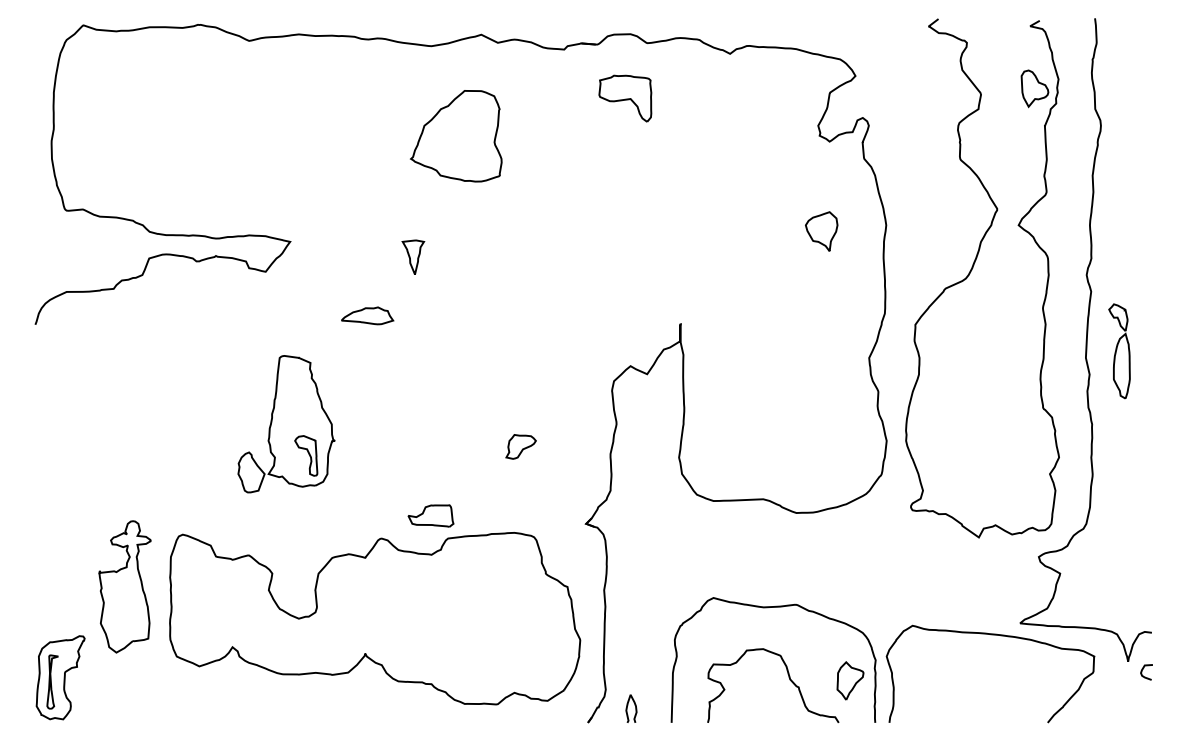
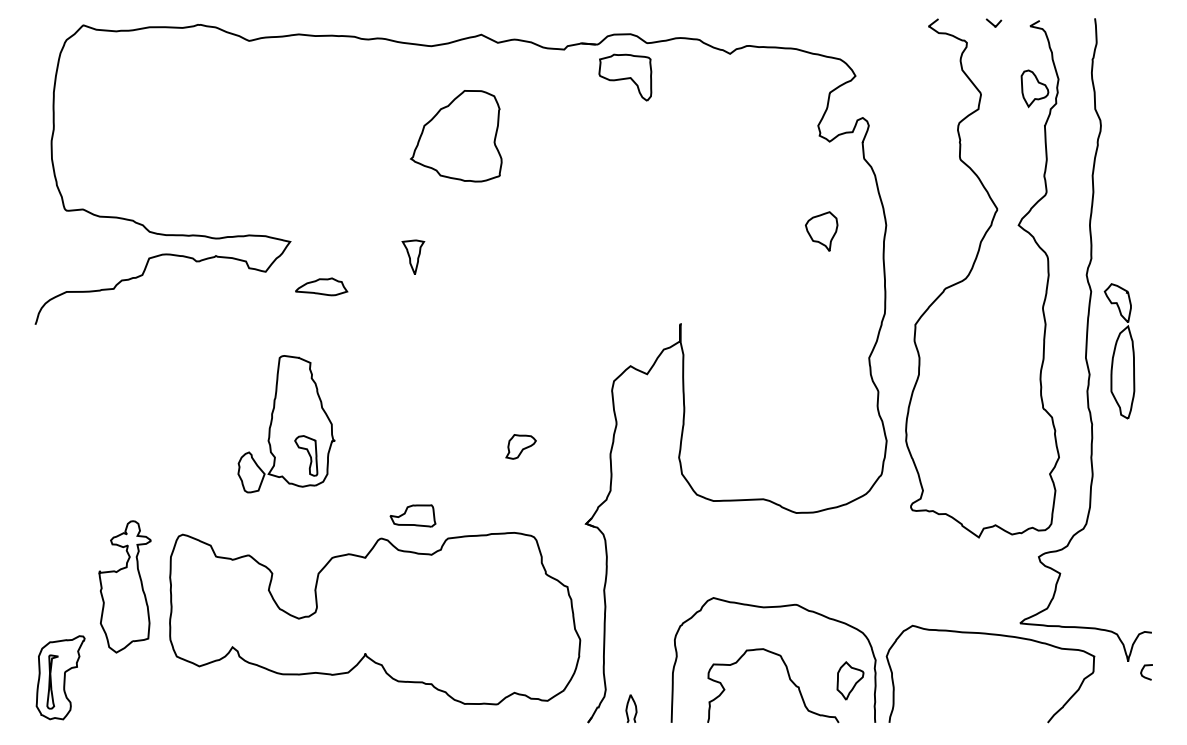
curve at (993, 23): none -> present
part at (625, 98) position: (625, 98) -> (625, 77)
part at (367, 315) position: (367, 315) -> (321, 286)
part at (1119, 351) size: 23x97 px -> 33x137 px
part at (430, 515) position: (430, 515) -> (412, 515)
